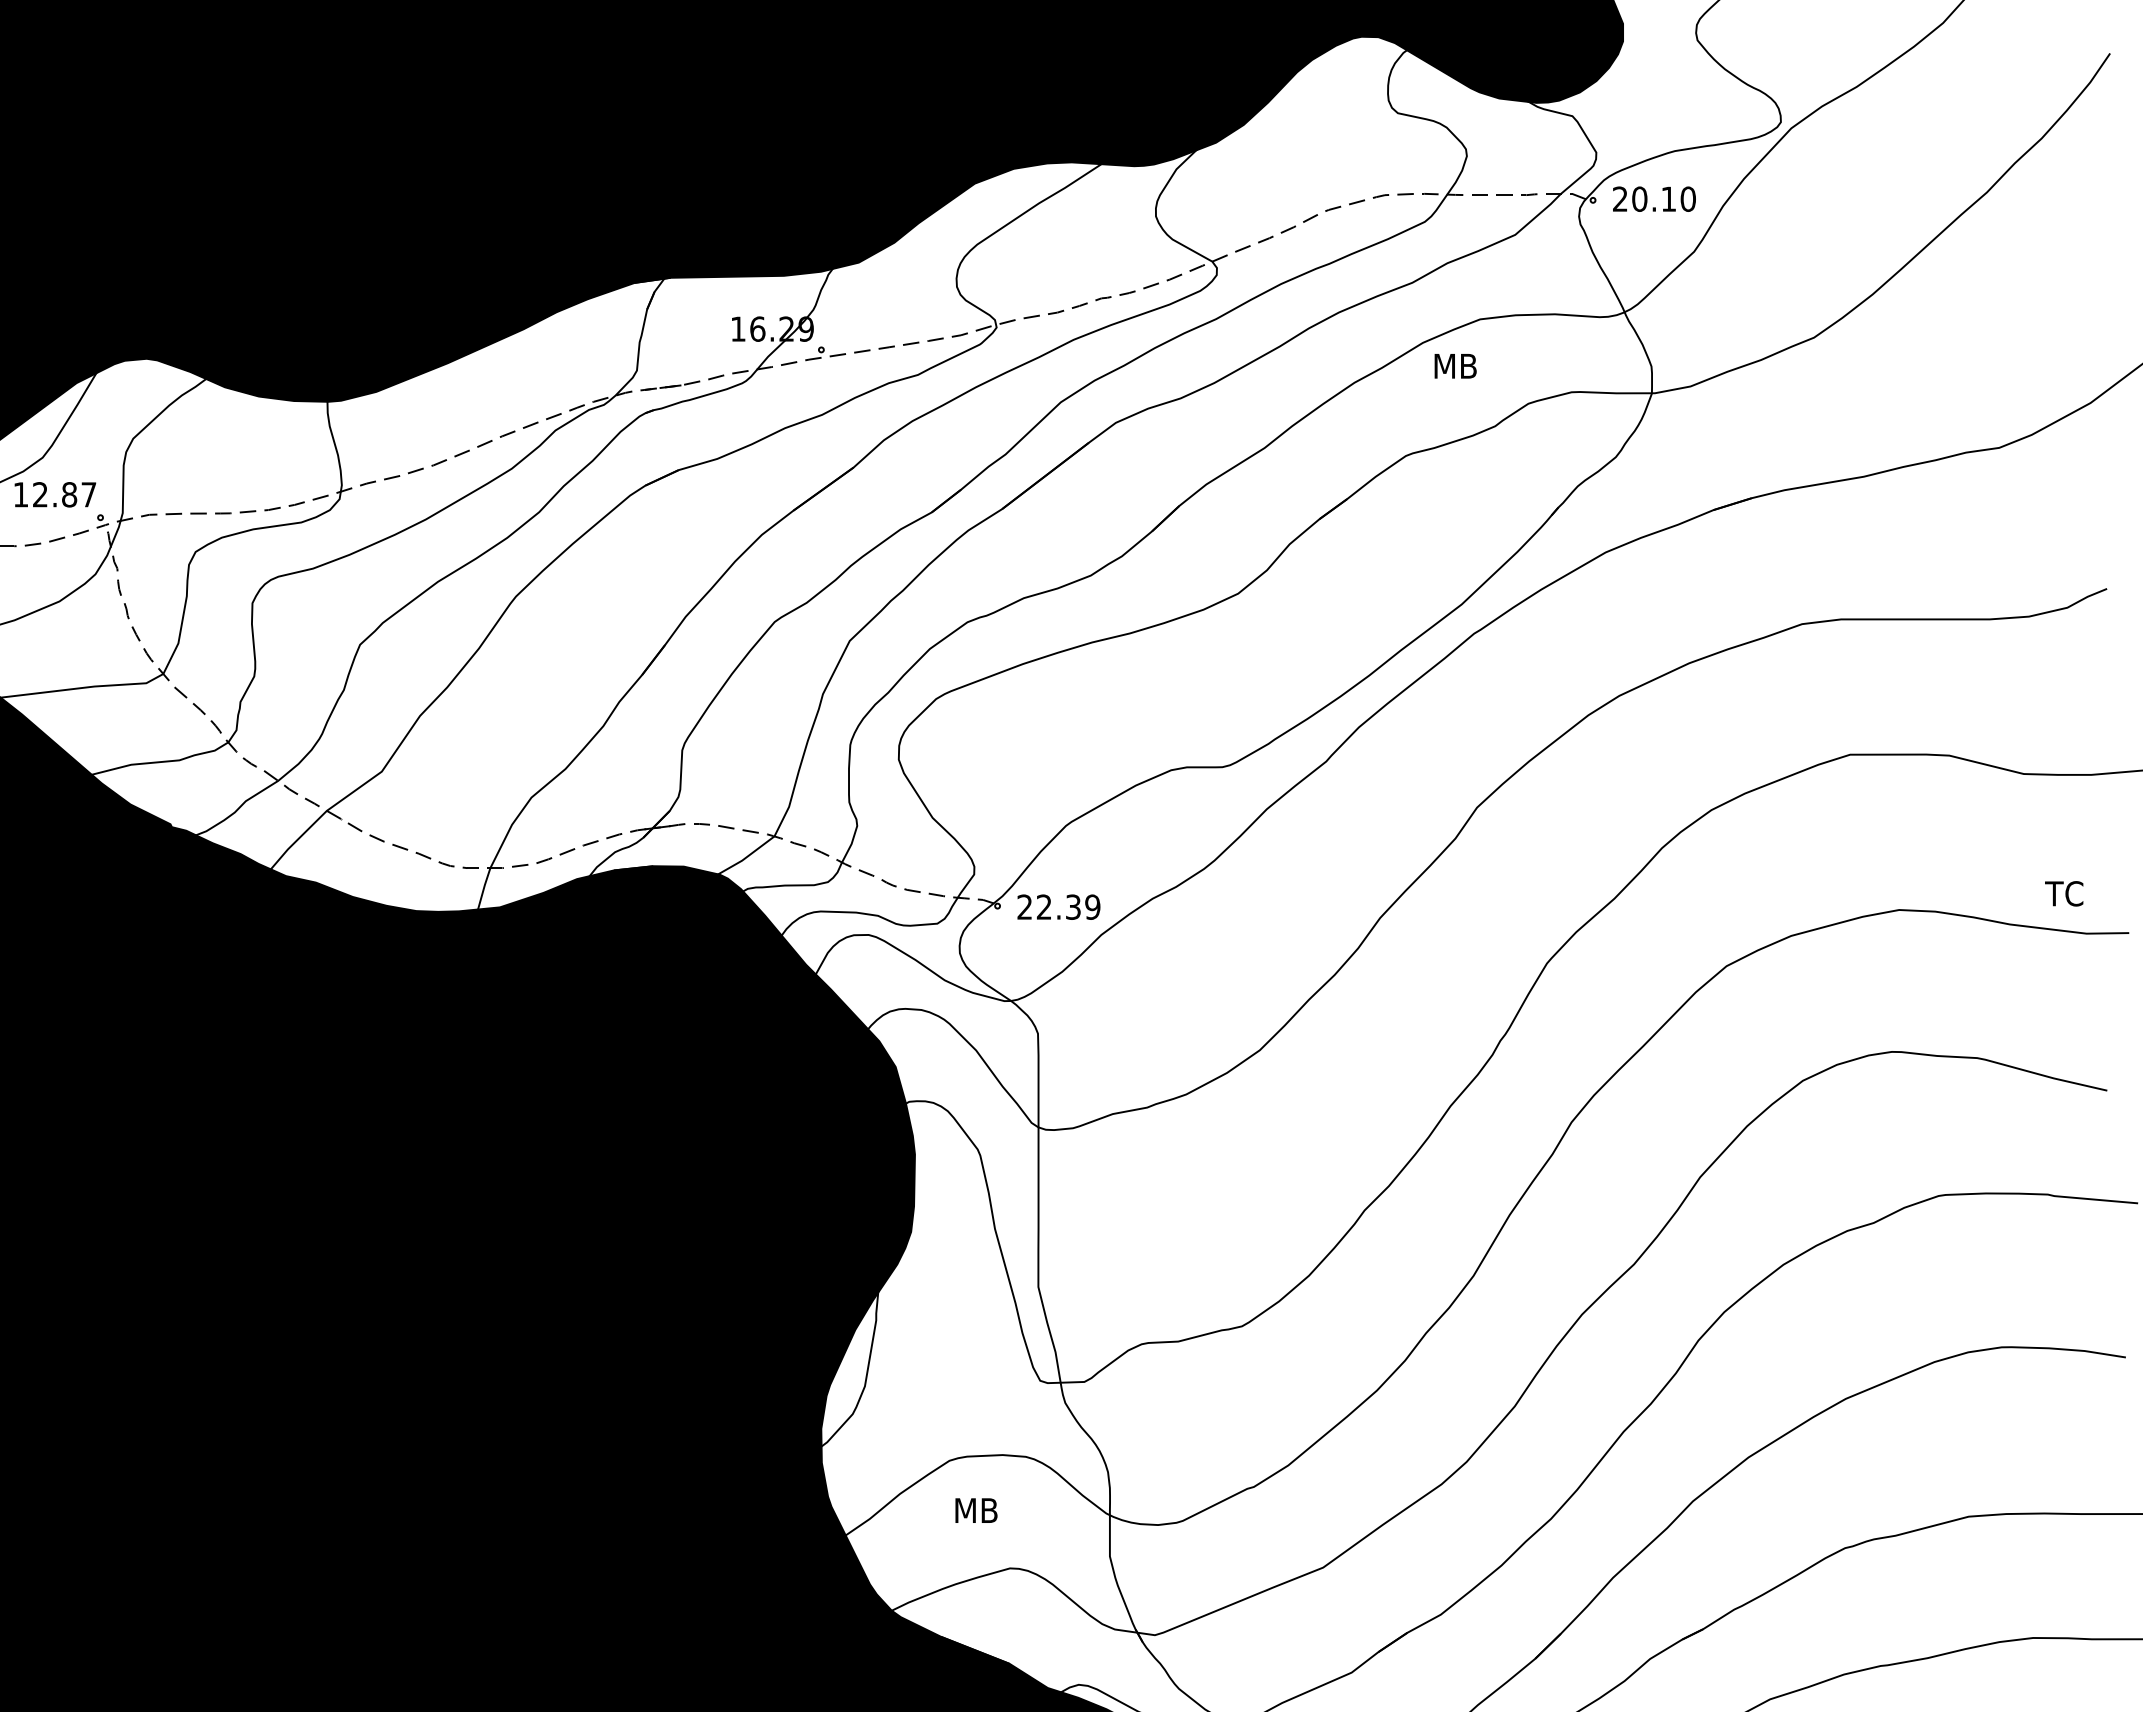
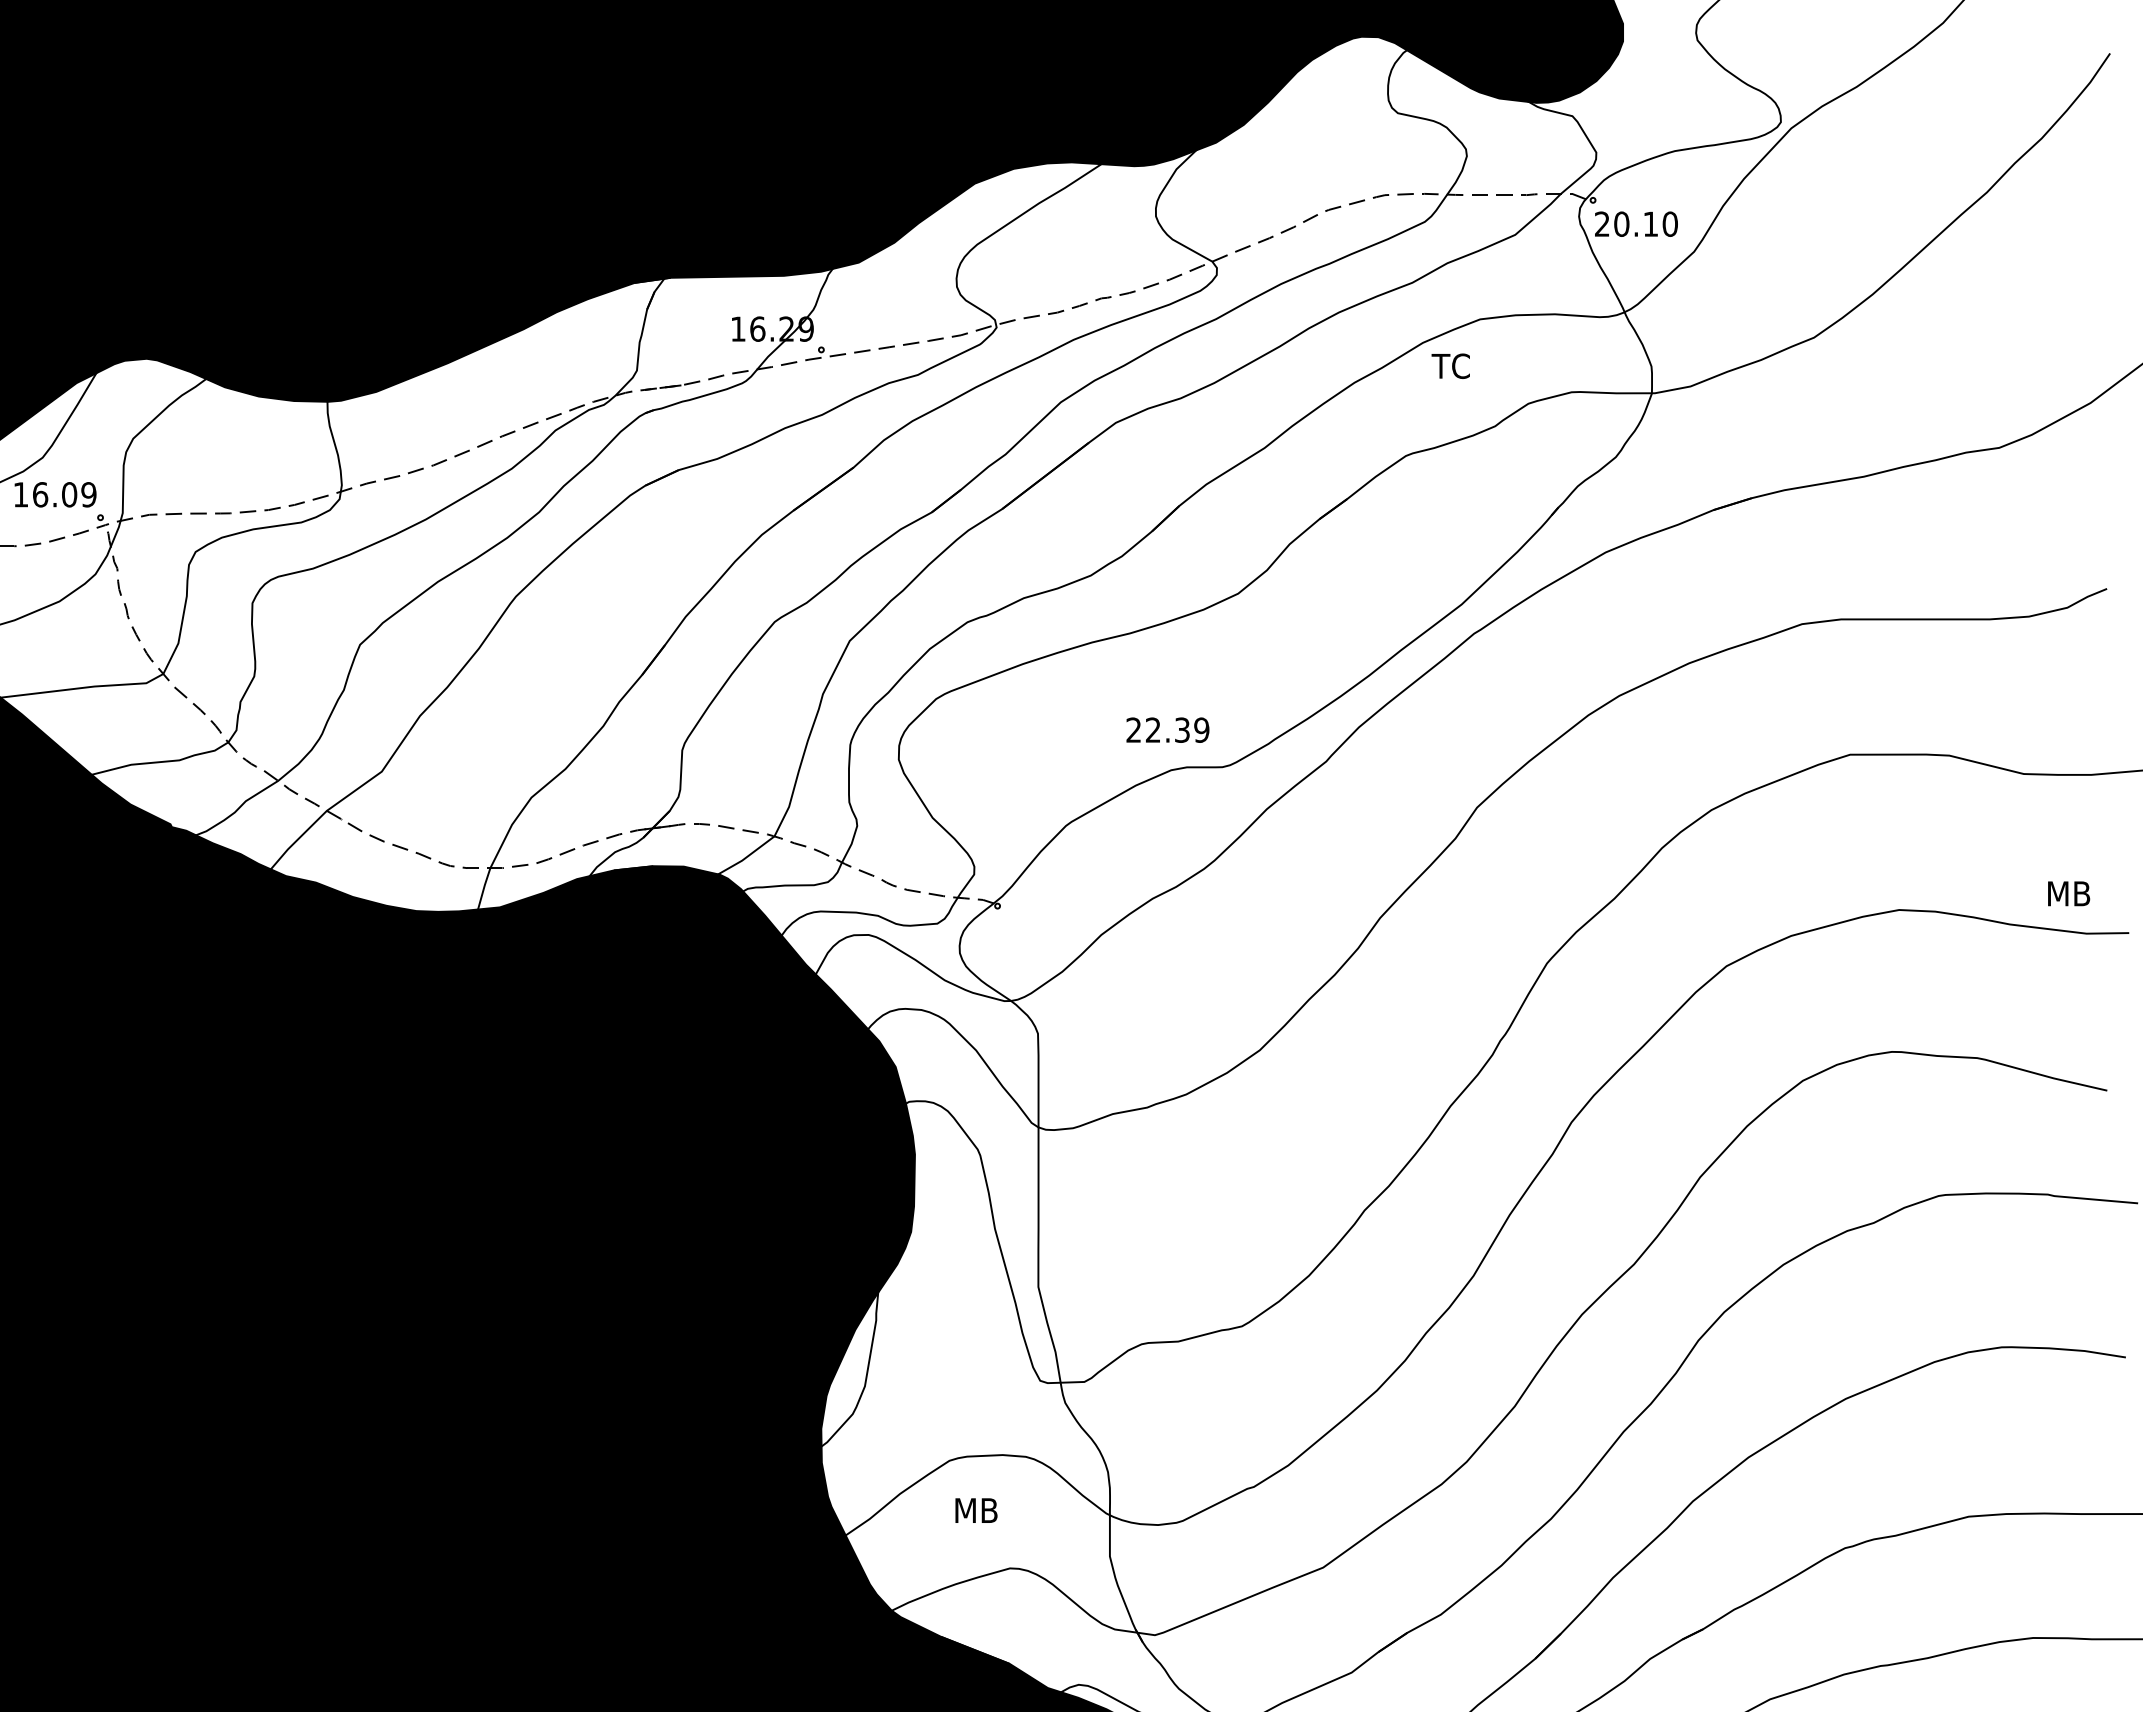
text at (1654, 198) position: (1654, 198) -> (1636, 223)
text at (1453, 365): MB -> TC
text at (64, 494): 12.87 -> 16.09
text at (2067, 893): TC -> MB
text at (1058, 906) position: (1058, 906) -> (1167, 729)
